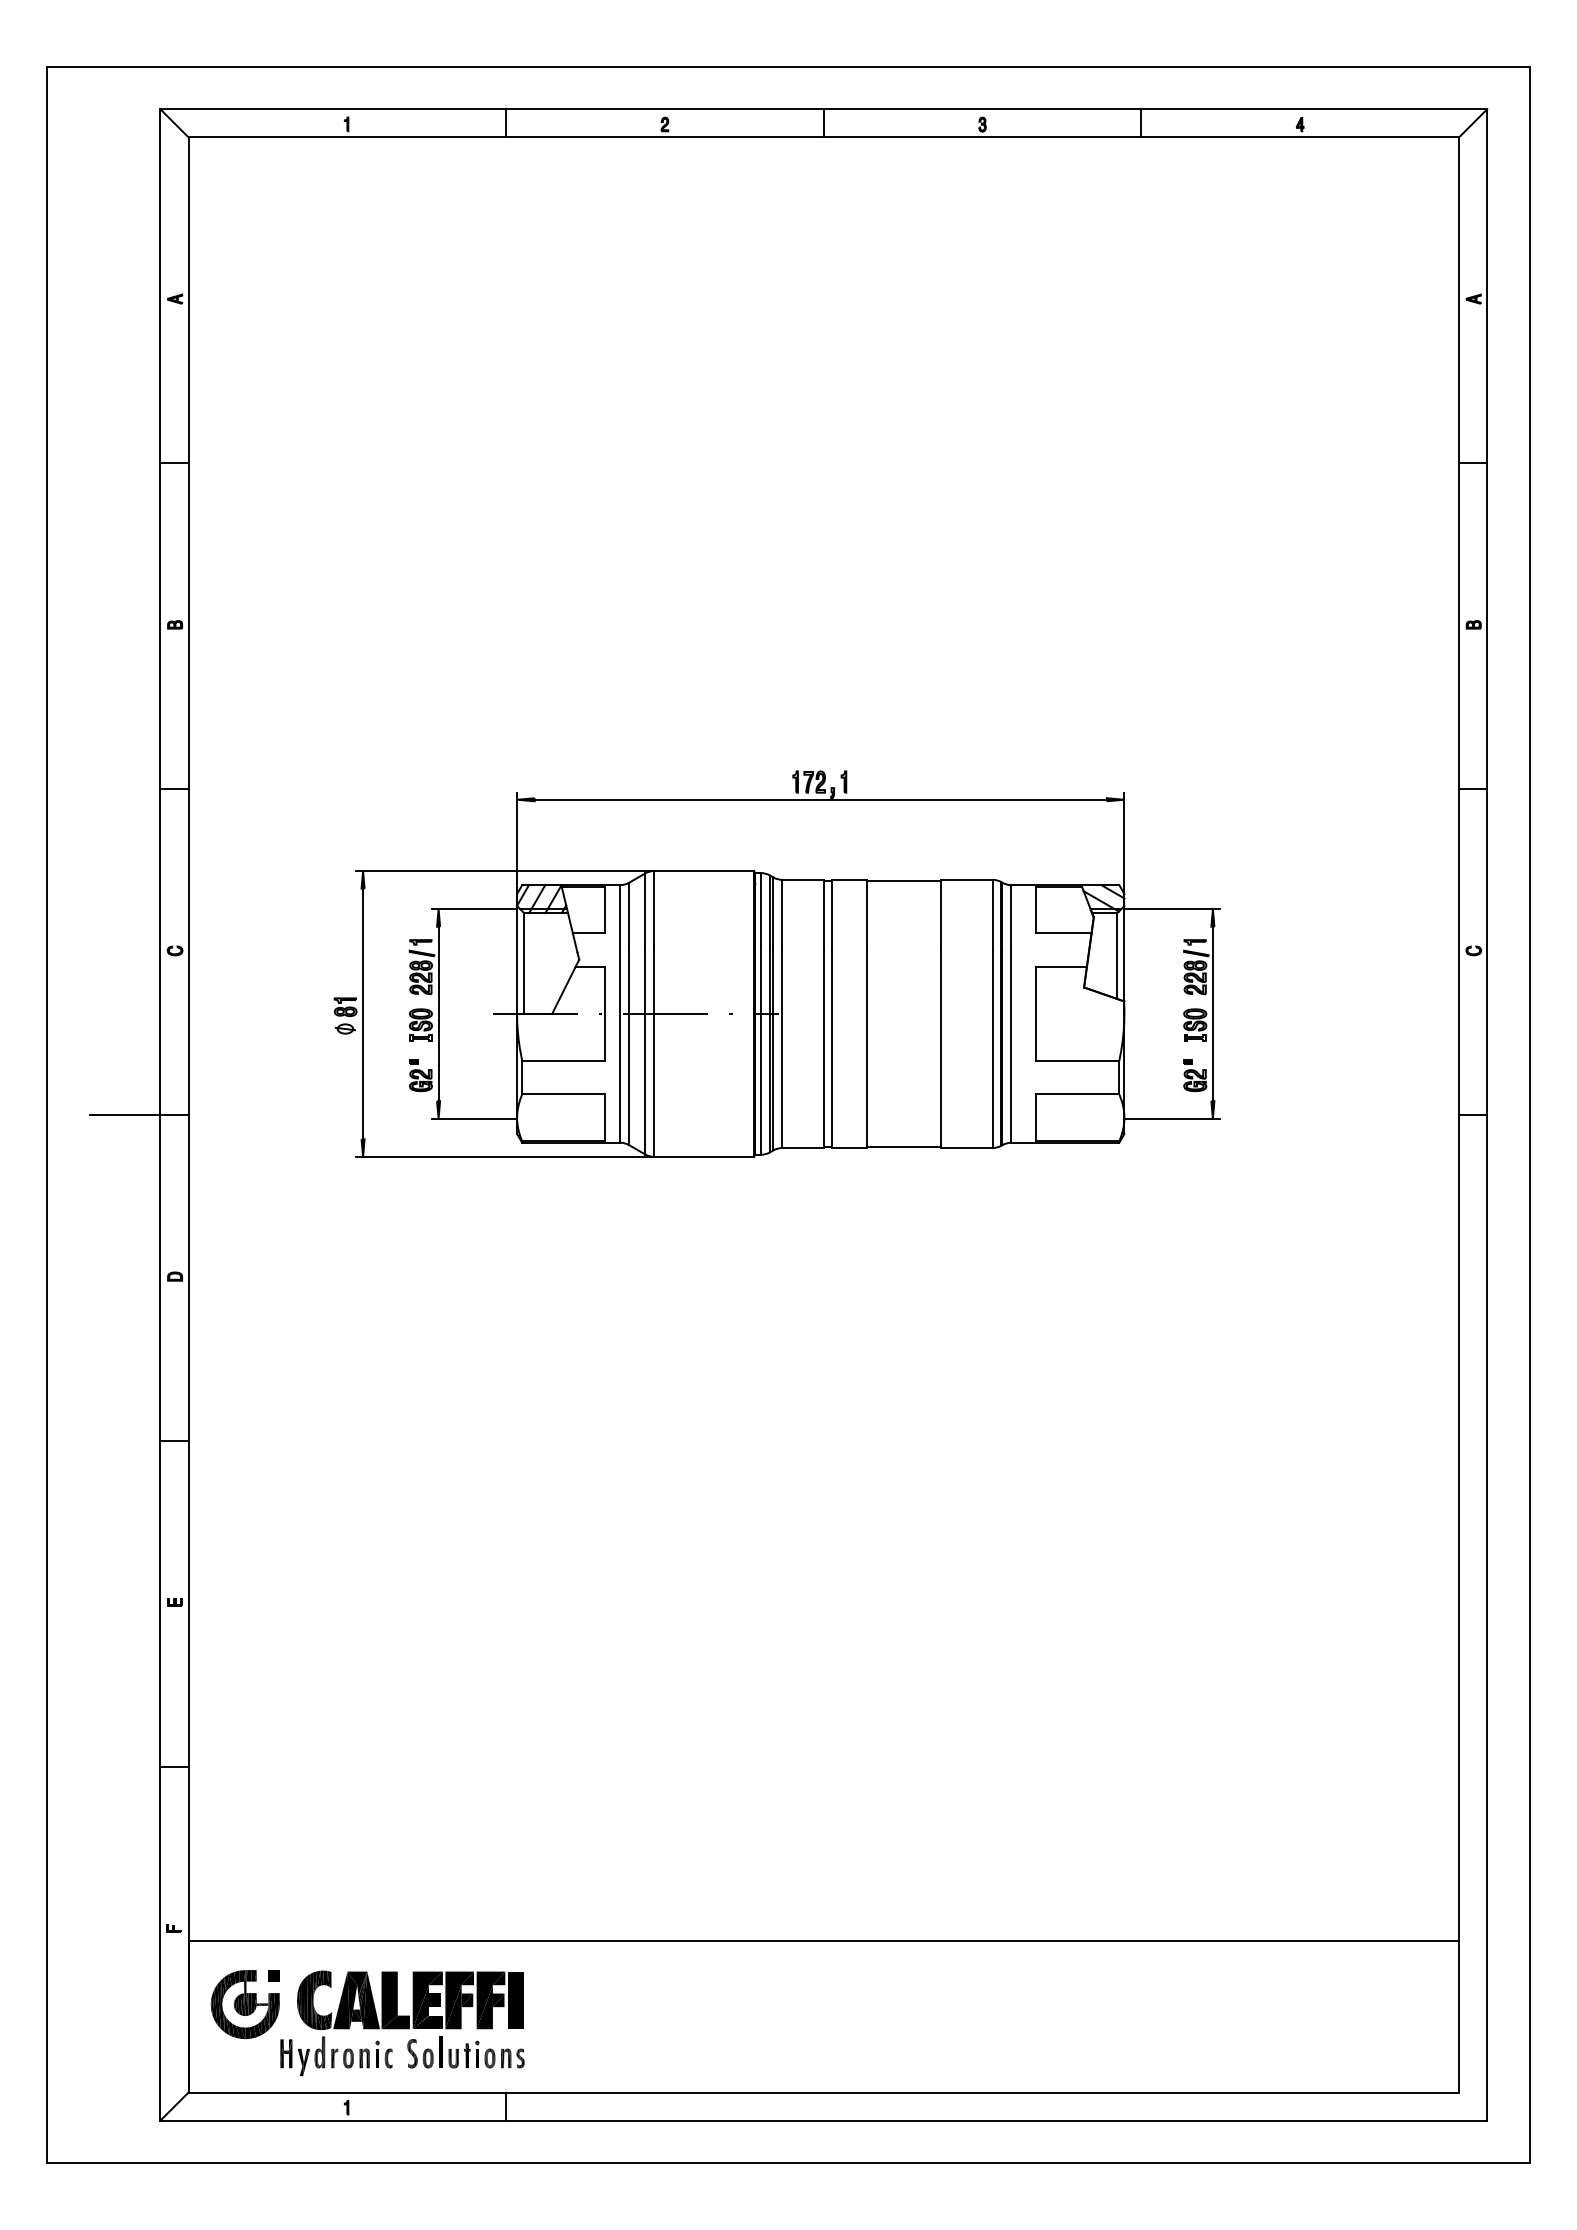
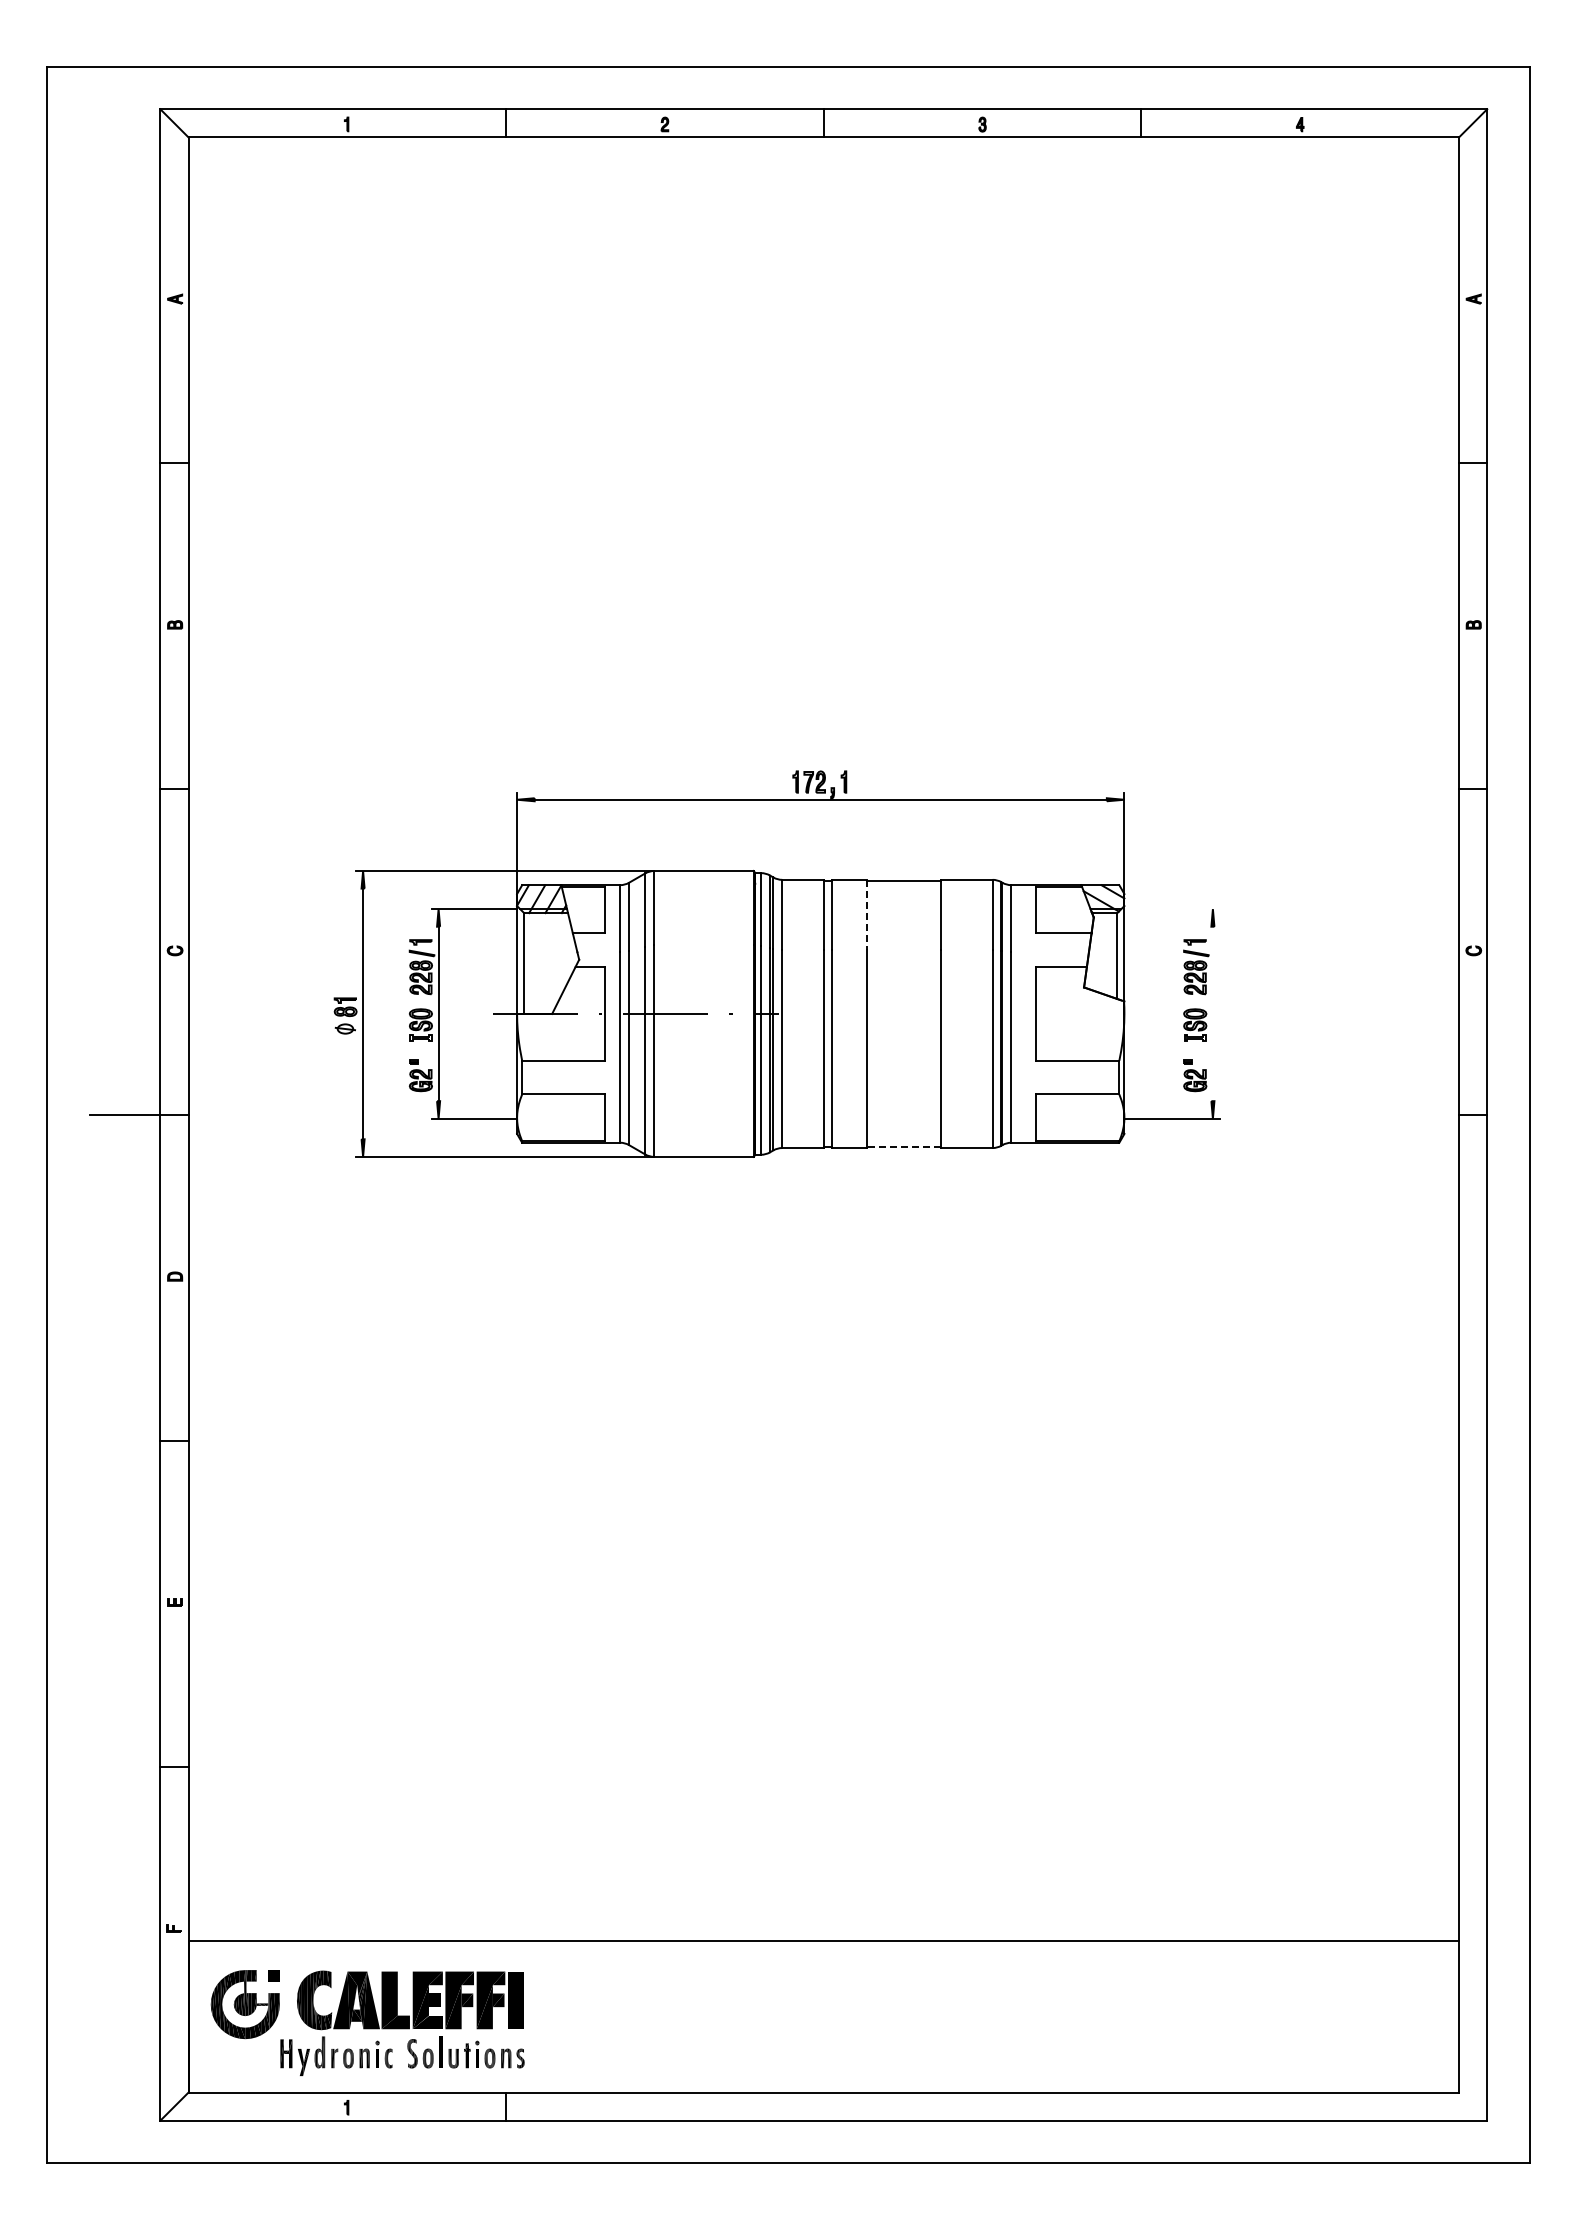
line at (1171, 909): present -> none
line at (866, 914): solid -> dashed
line at (1212, 1013): present -> none
line at (903, 1146): solid -> dashed
